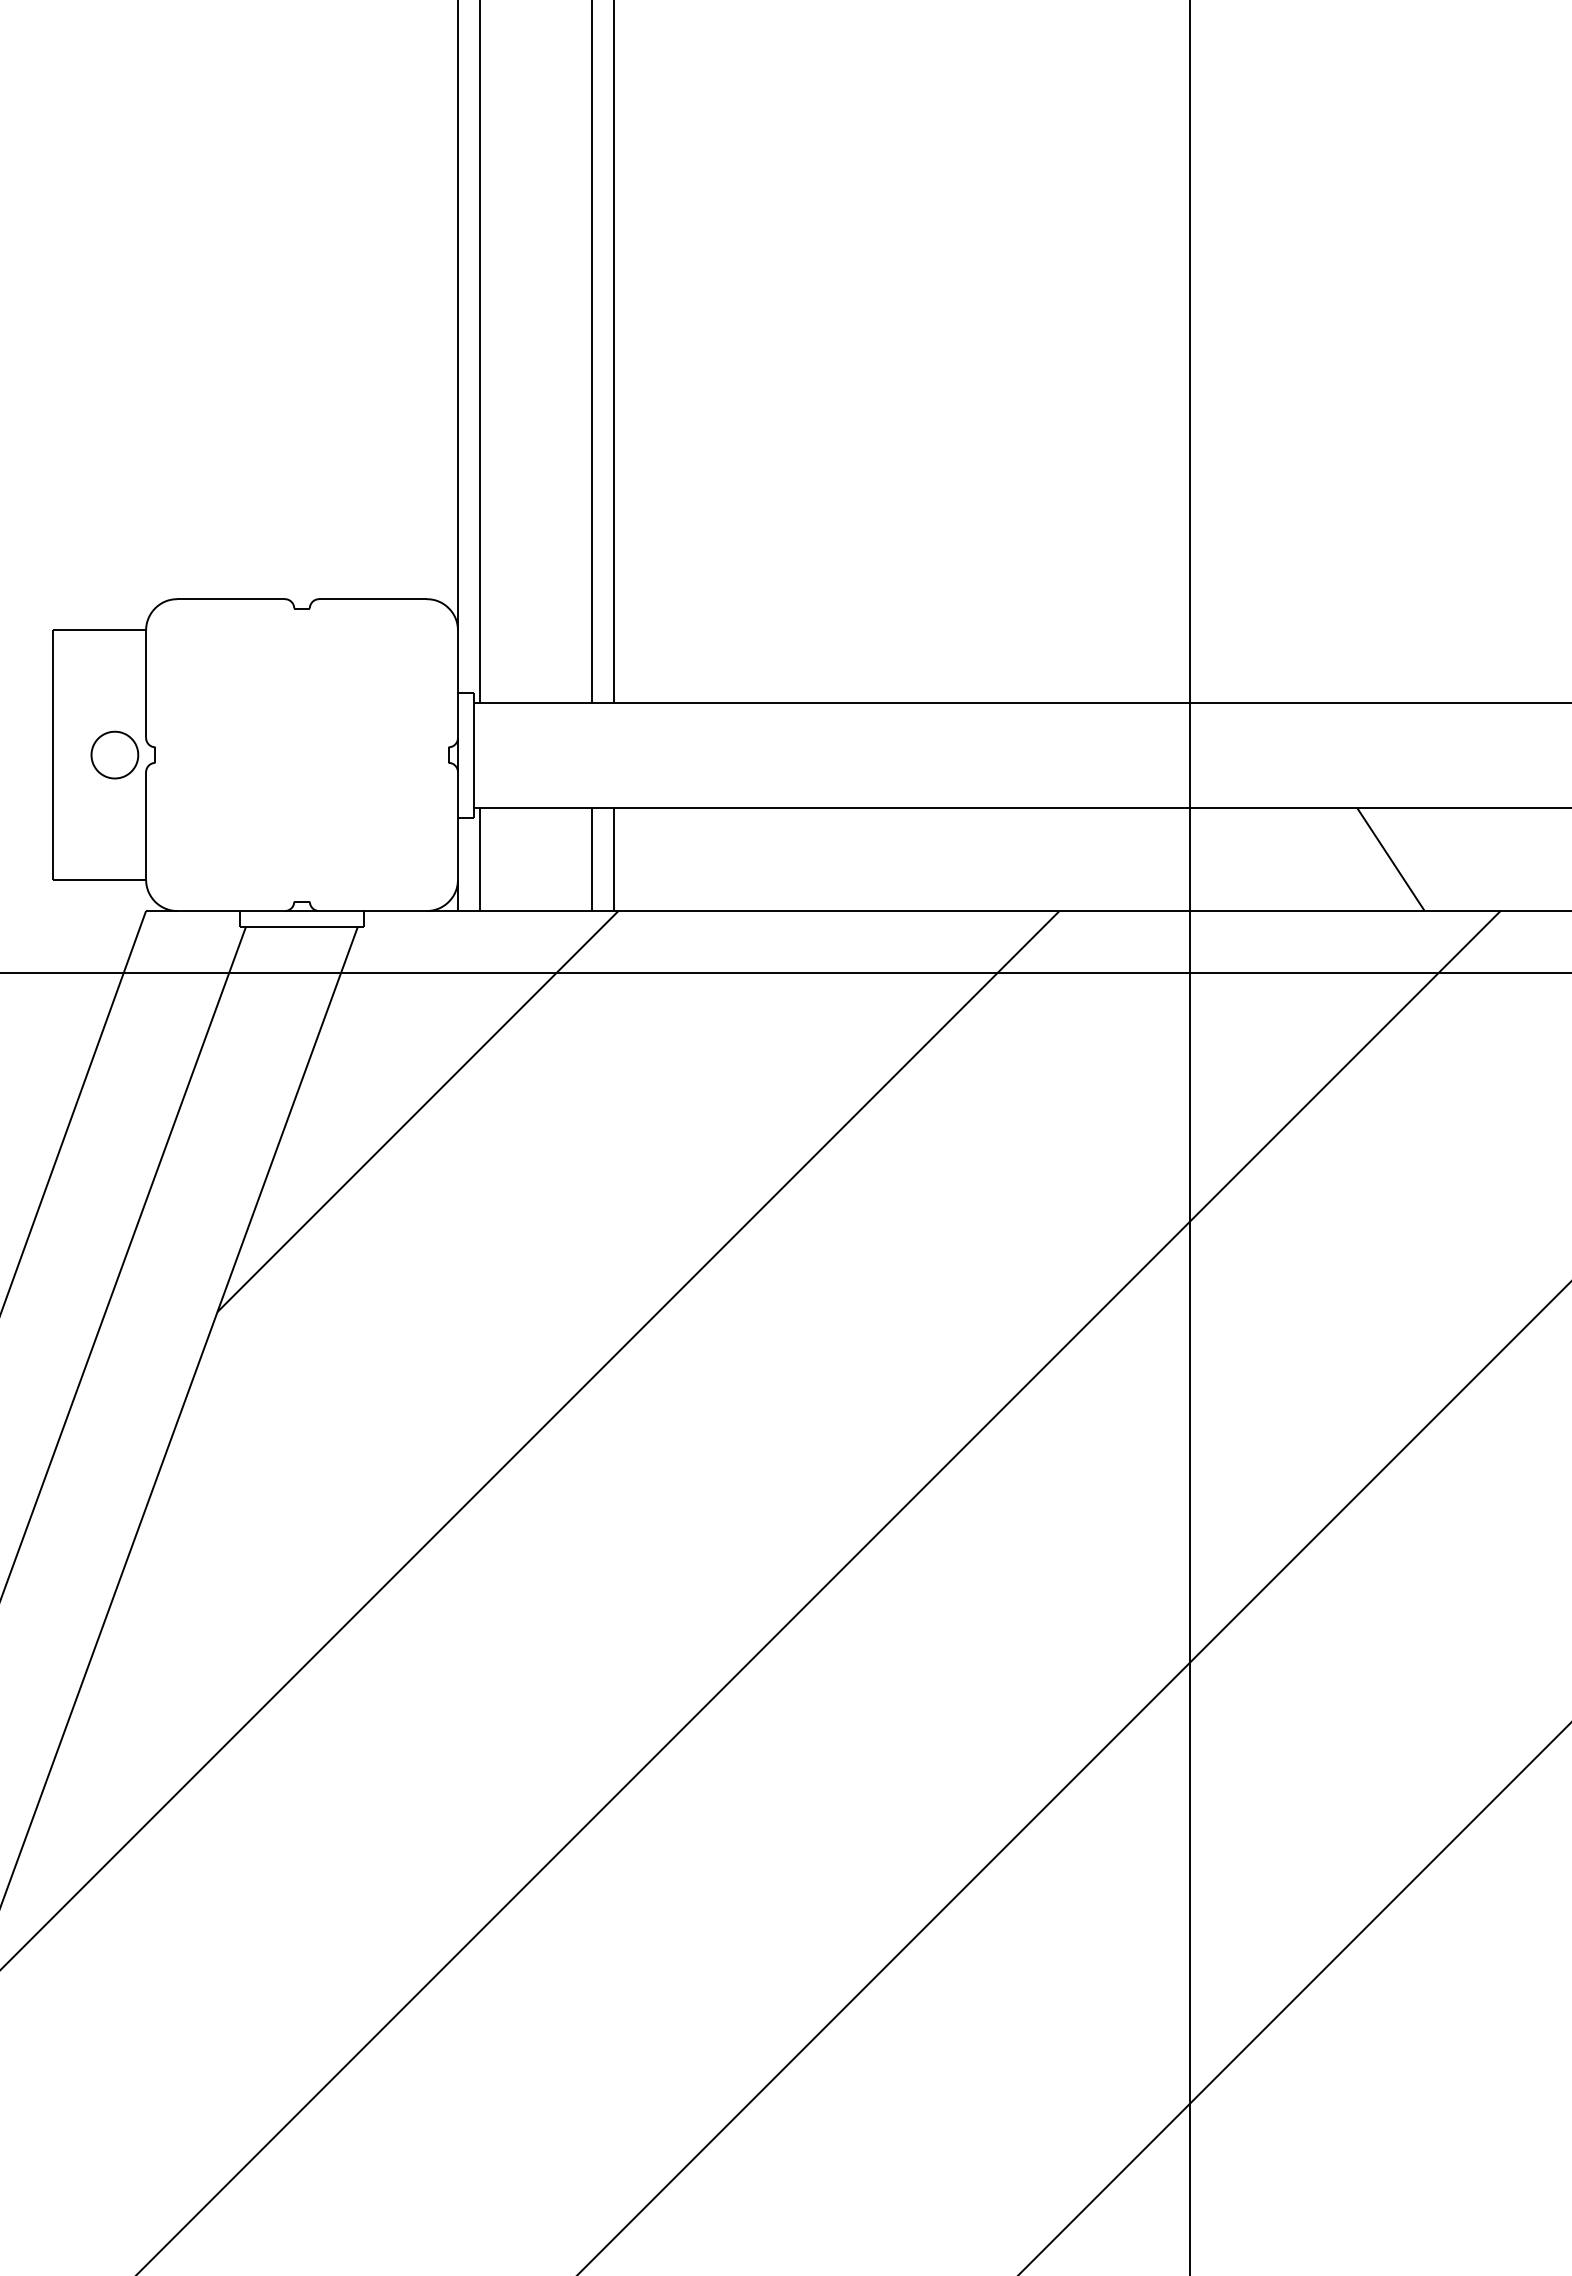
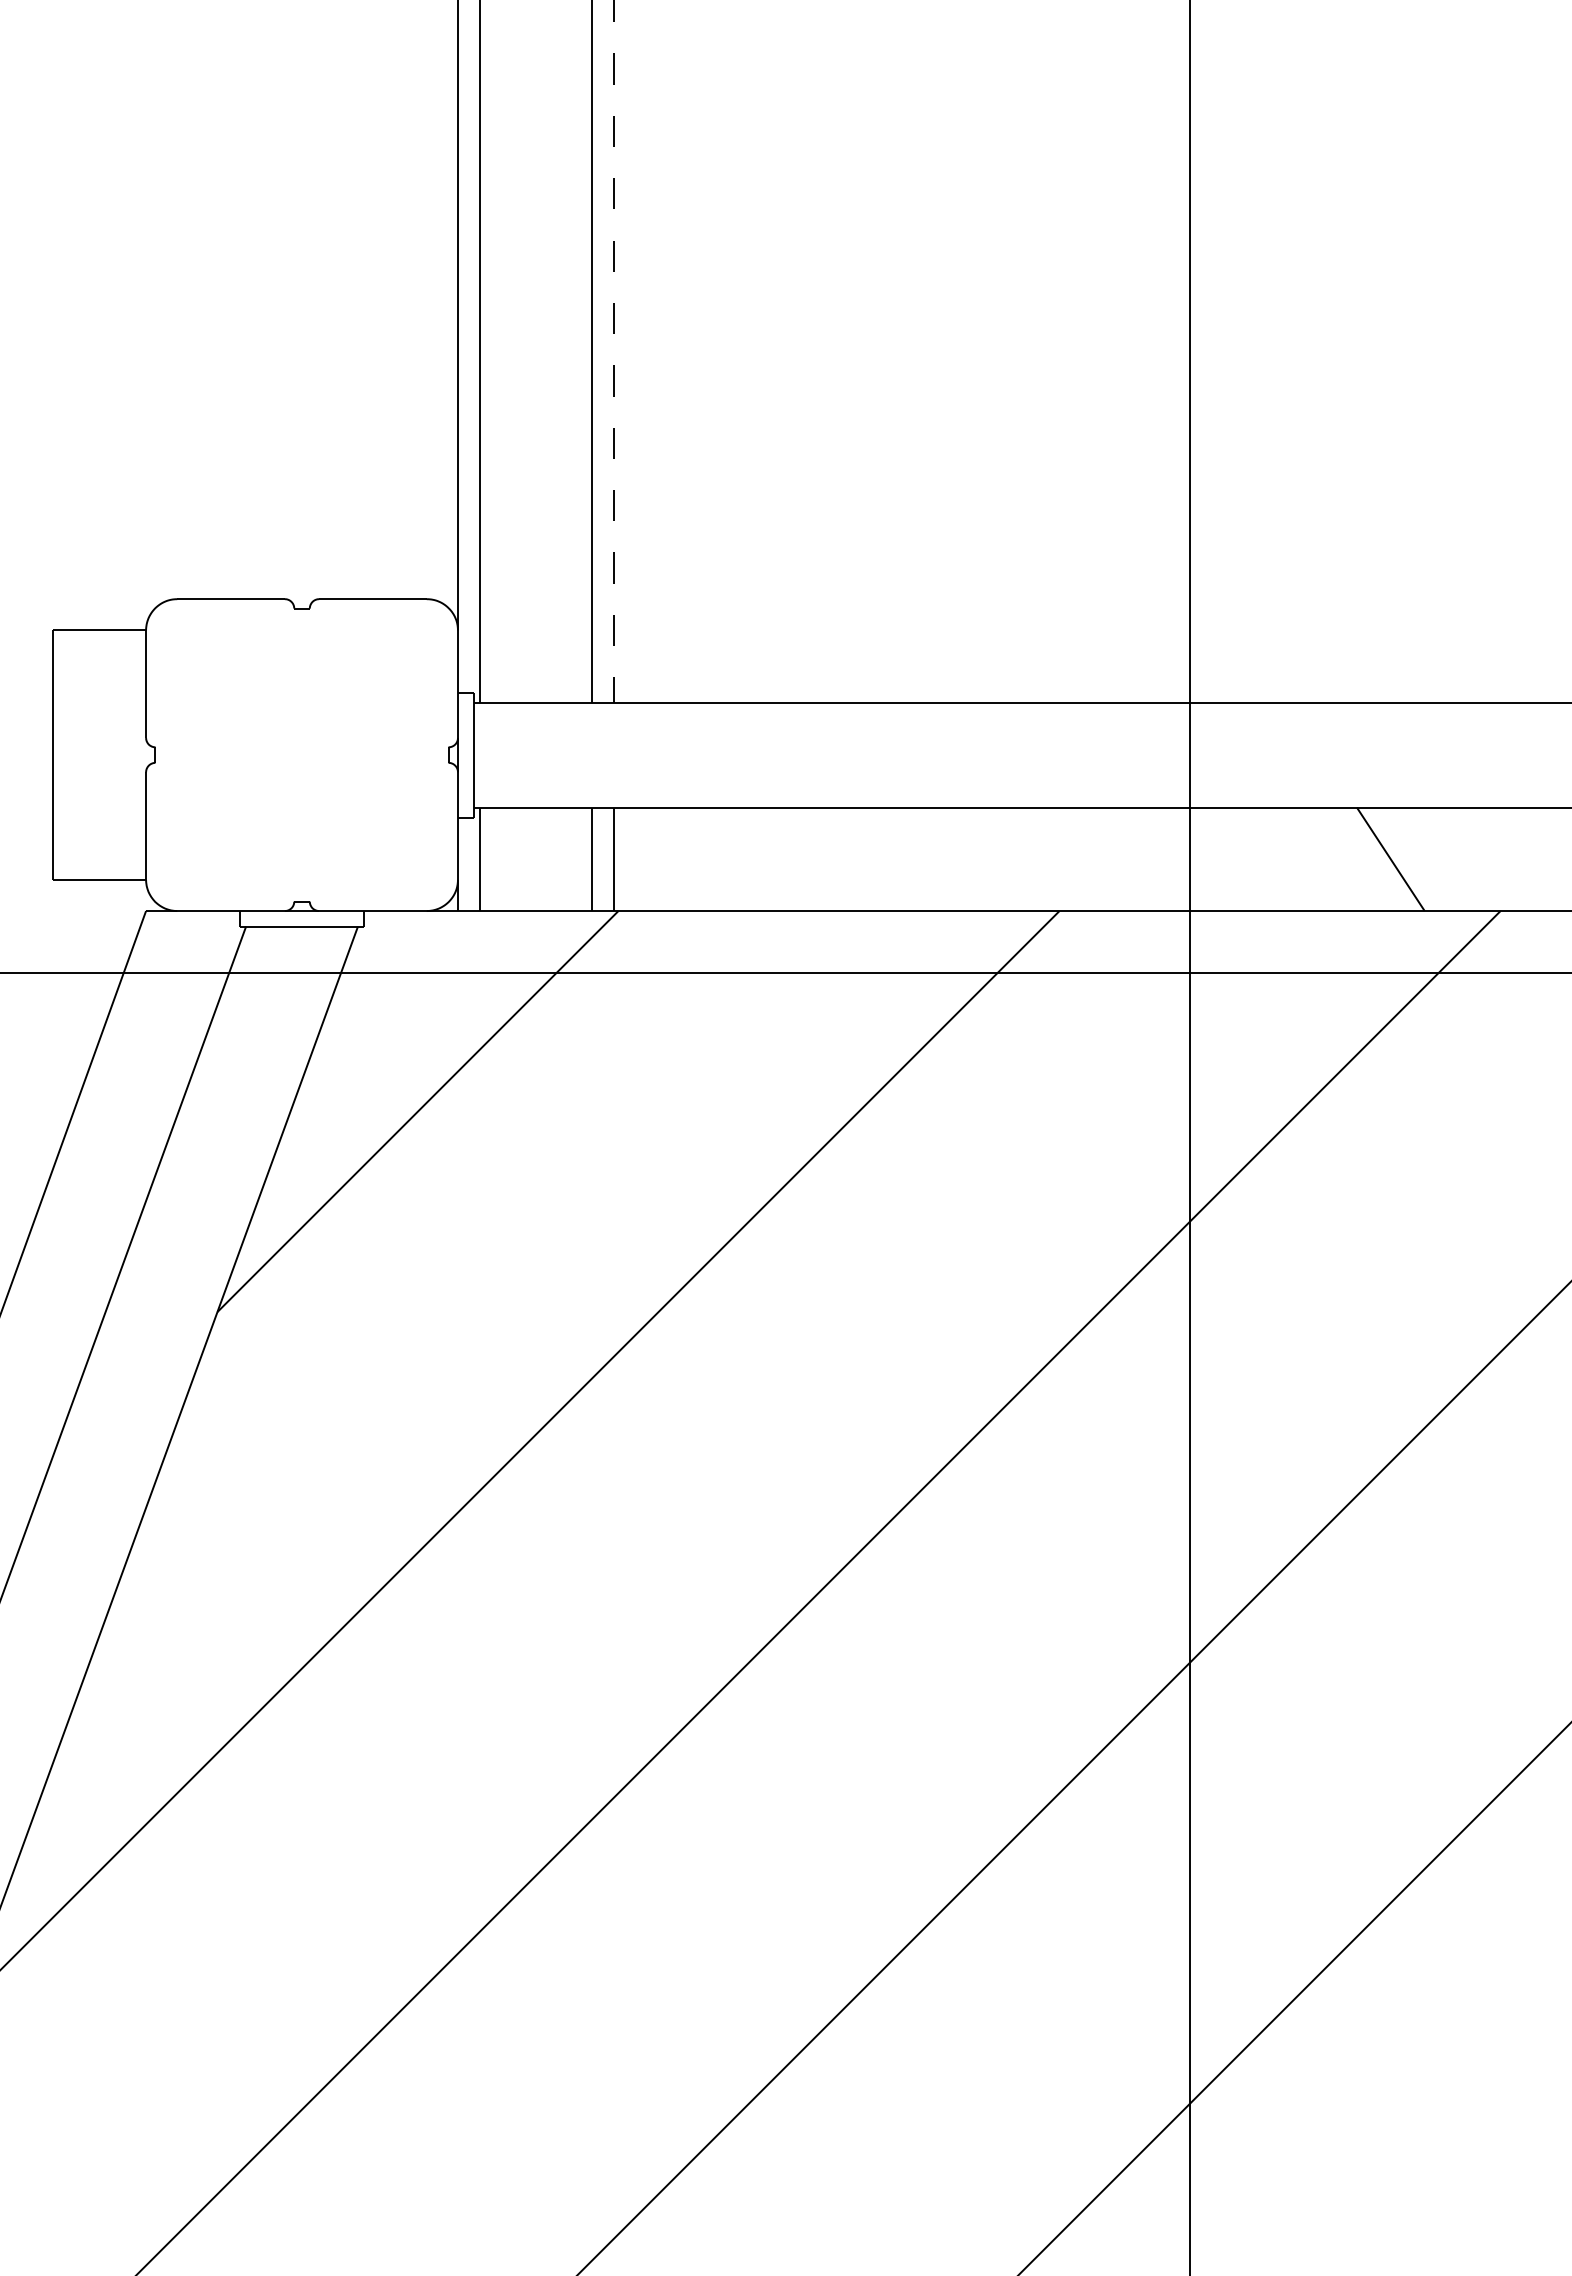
line at (613, 351): solid -> dashed
part at (114, 754): present -> none
